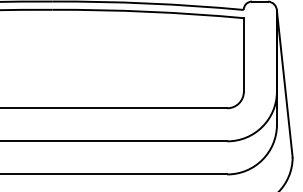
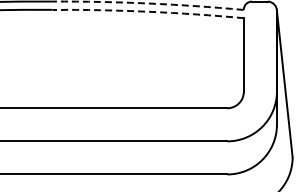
arc at (148, 3): solid -> dashed
arc at (148, 11): solid -> dashed
